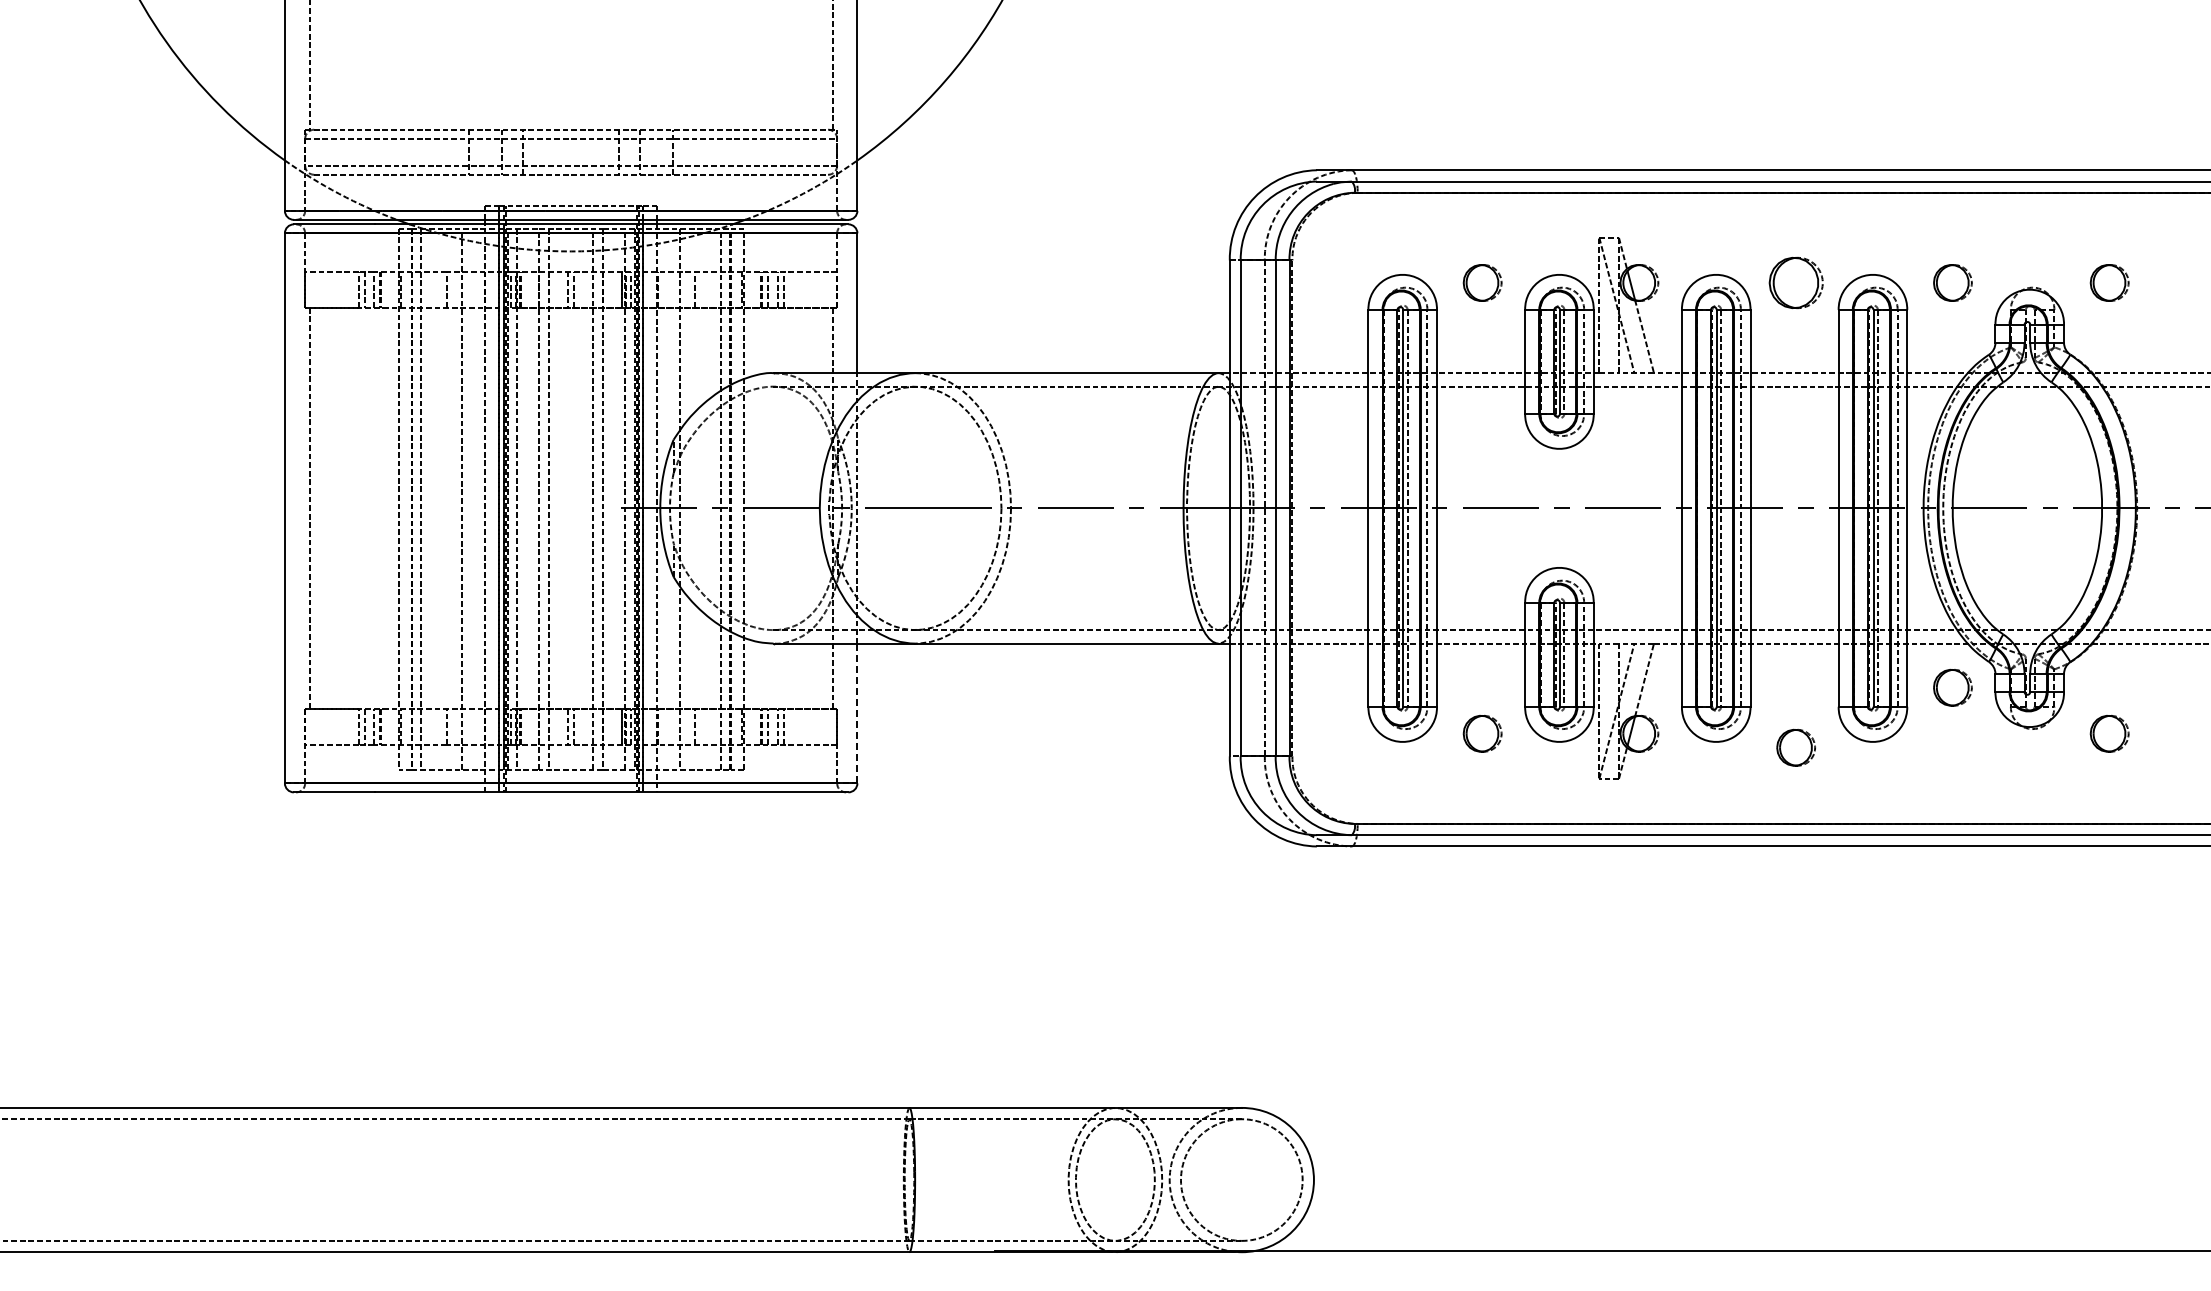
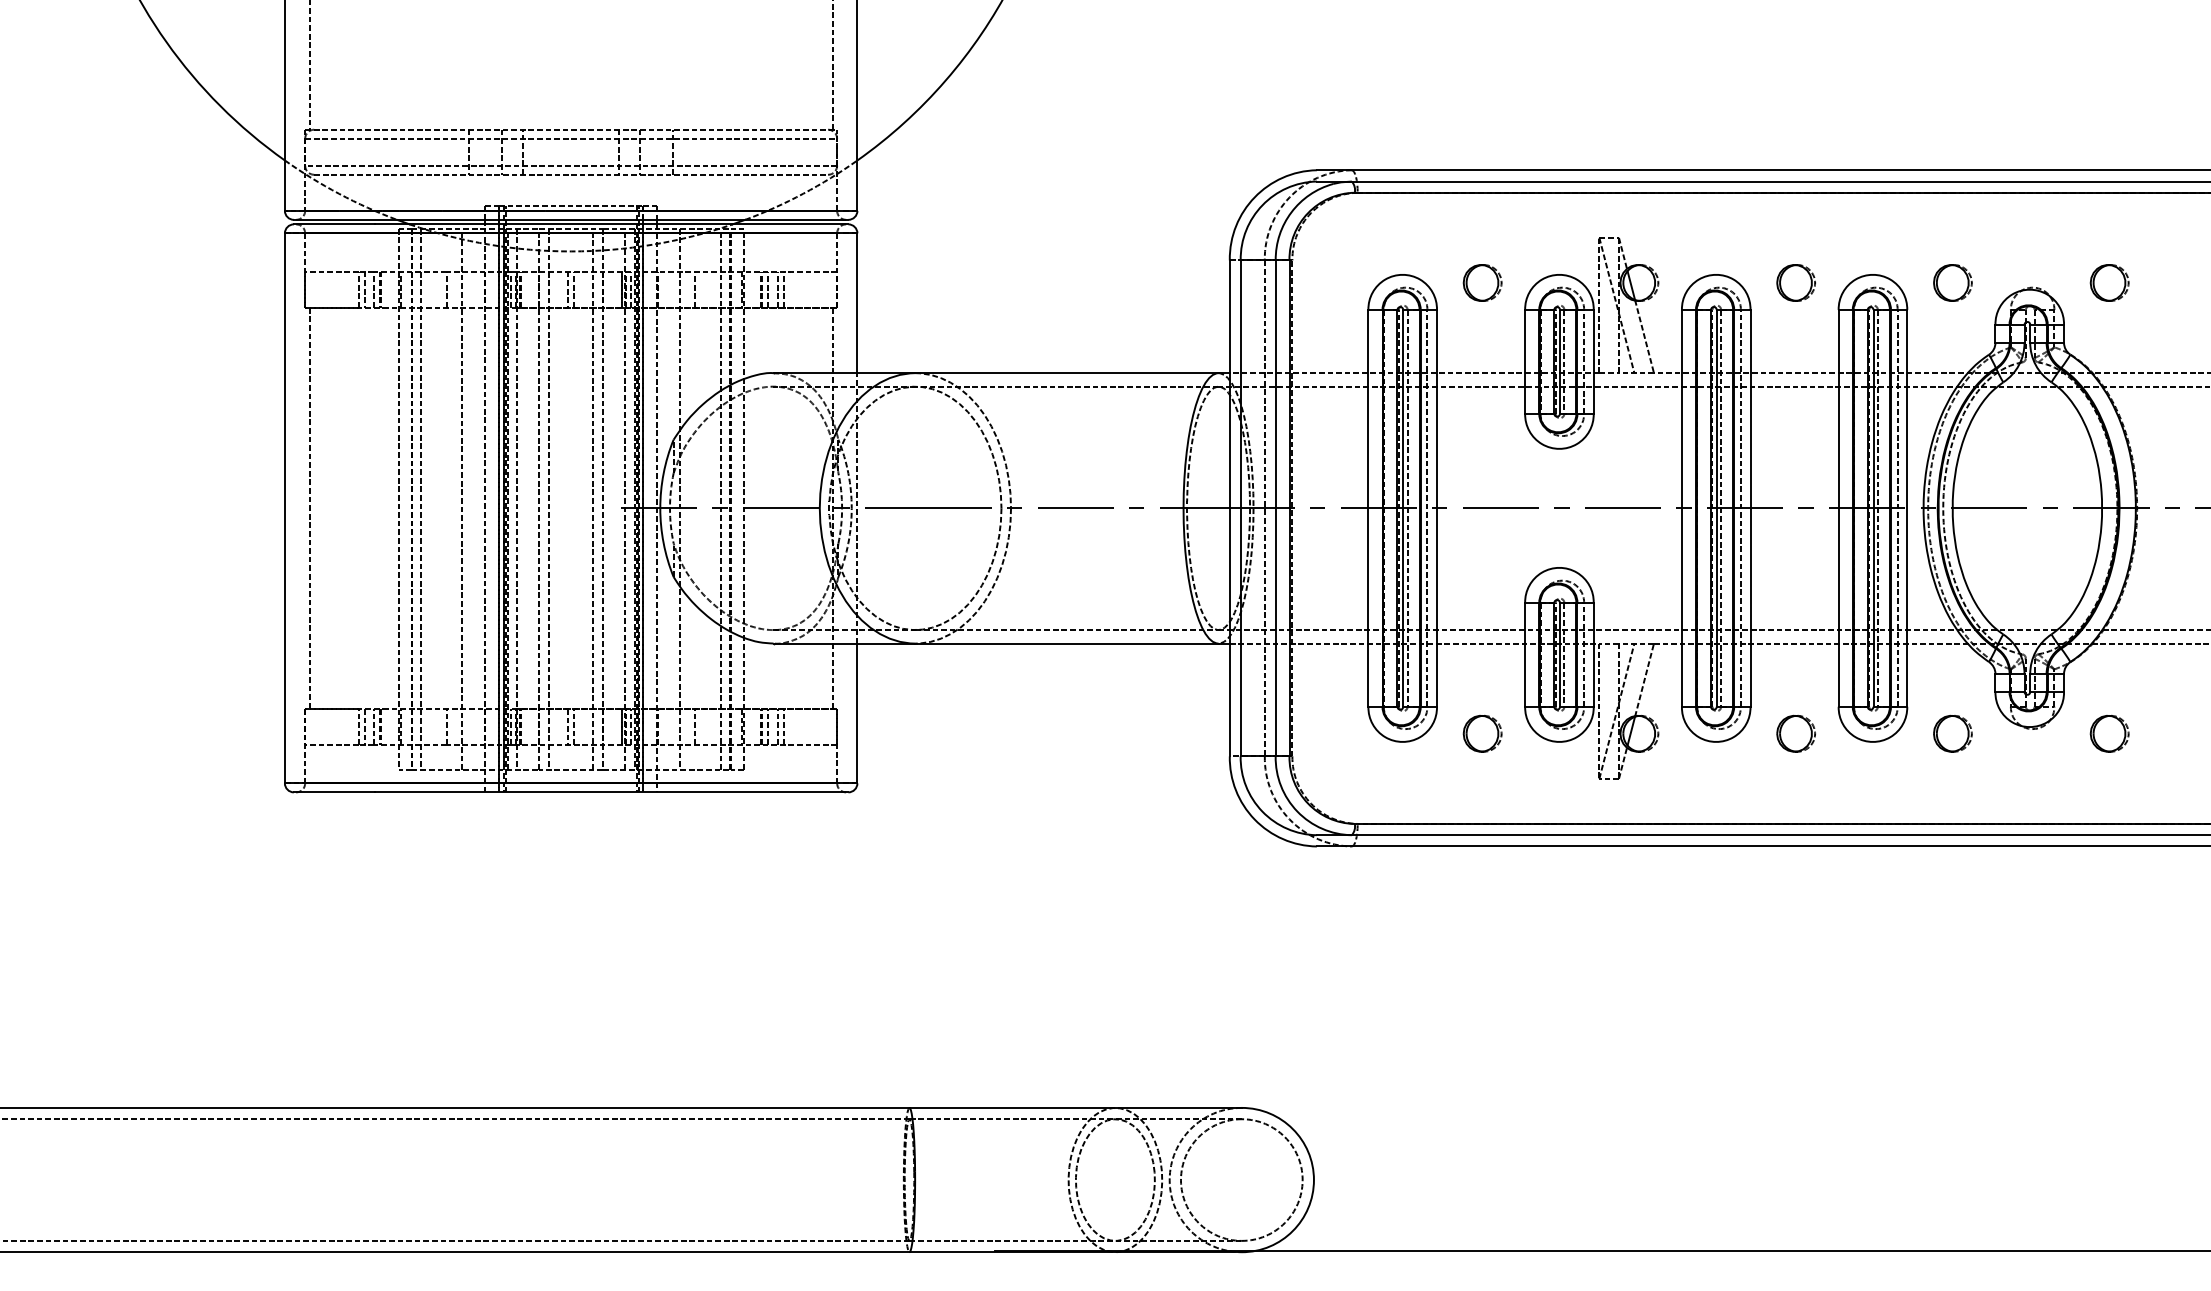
part at (1795, 282) size: 56x53 px -> 40x38 px
part at (1952, 687) position: (1952, 687) -> (1952, 733)
line at (857, 713): dashed -> solid
part at (1795, 747) position: (1795, 747) -> (1795, 733)
